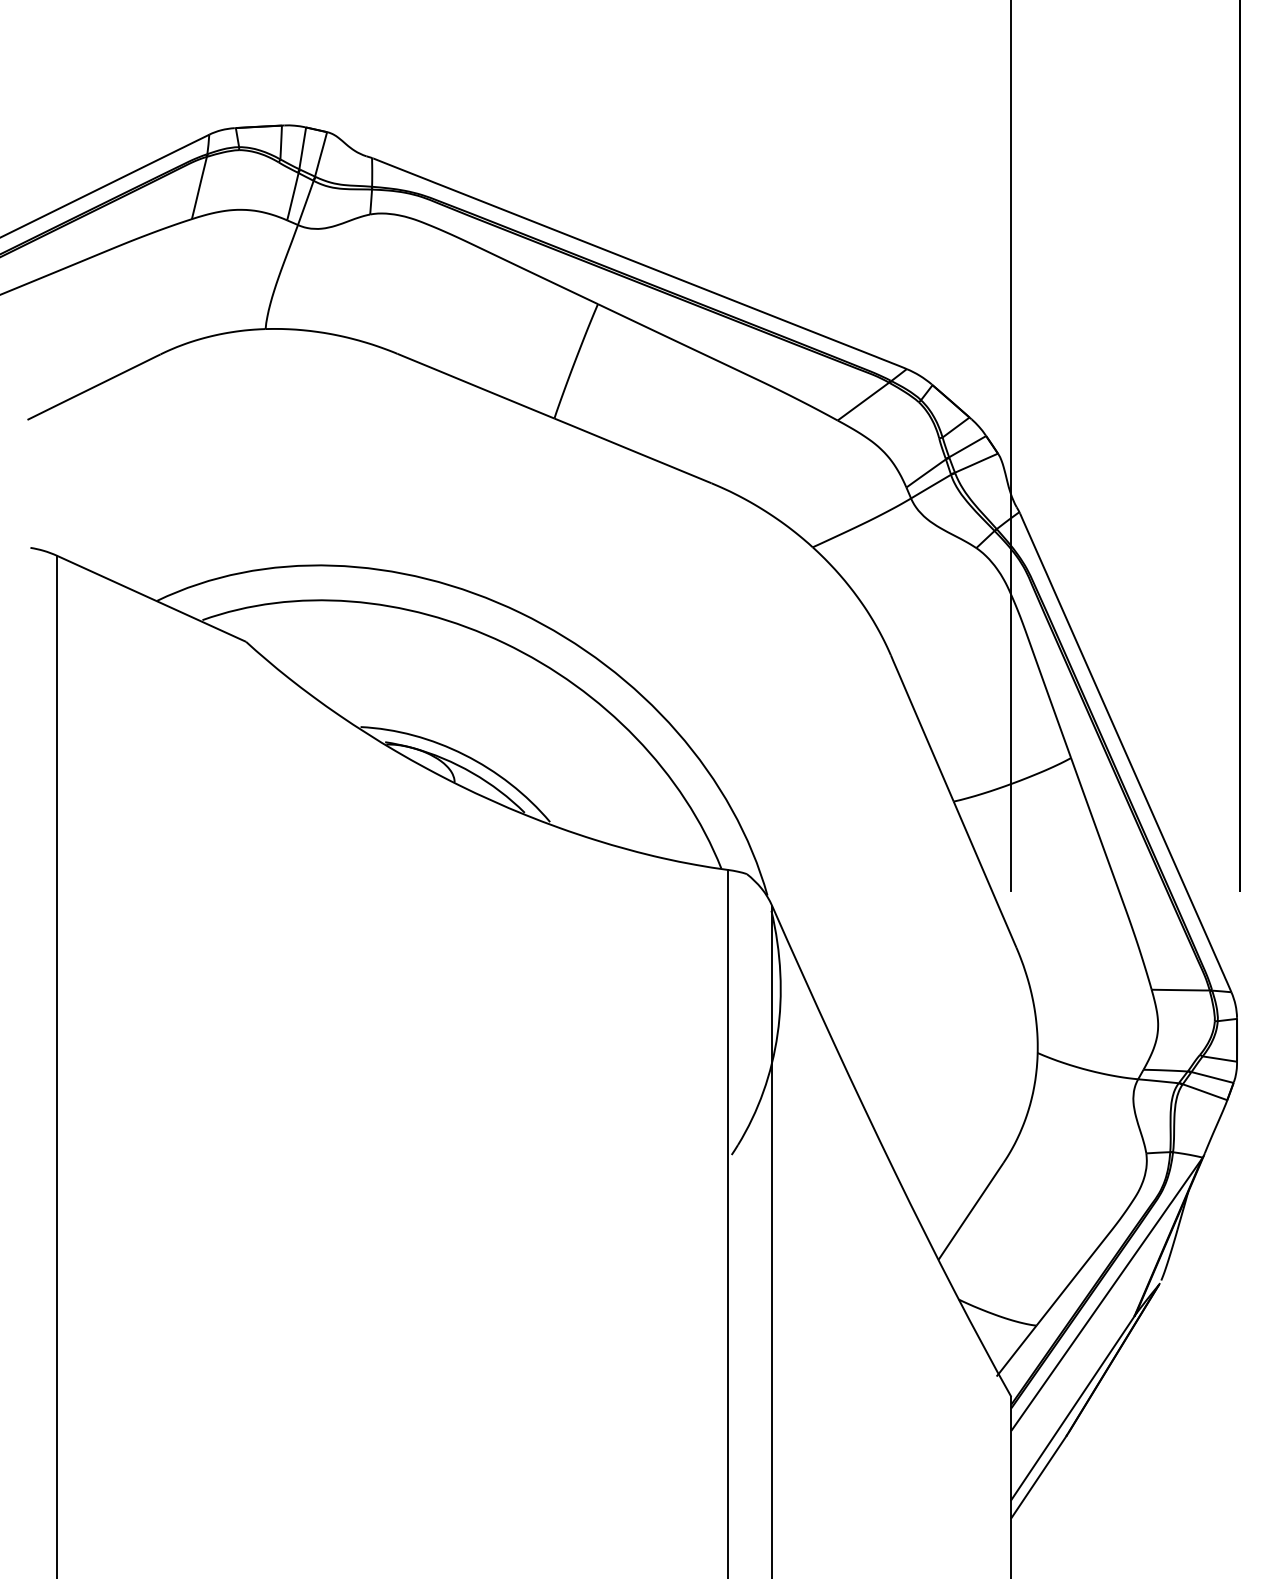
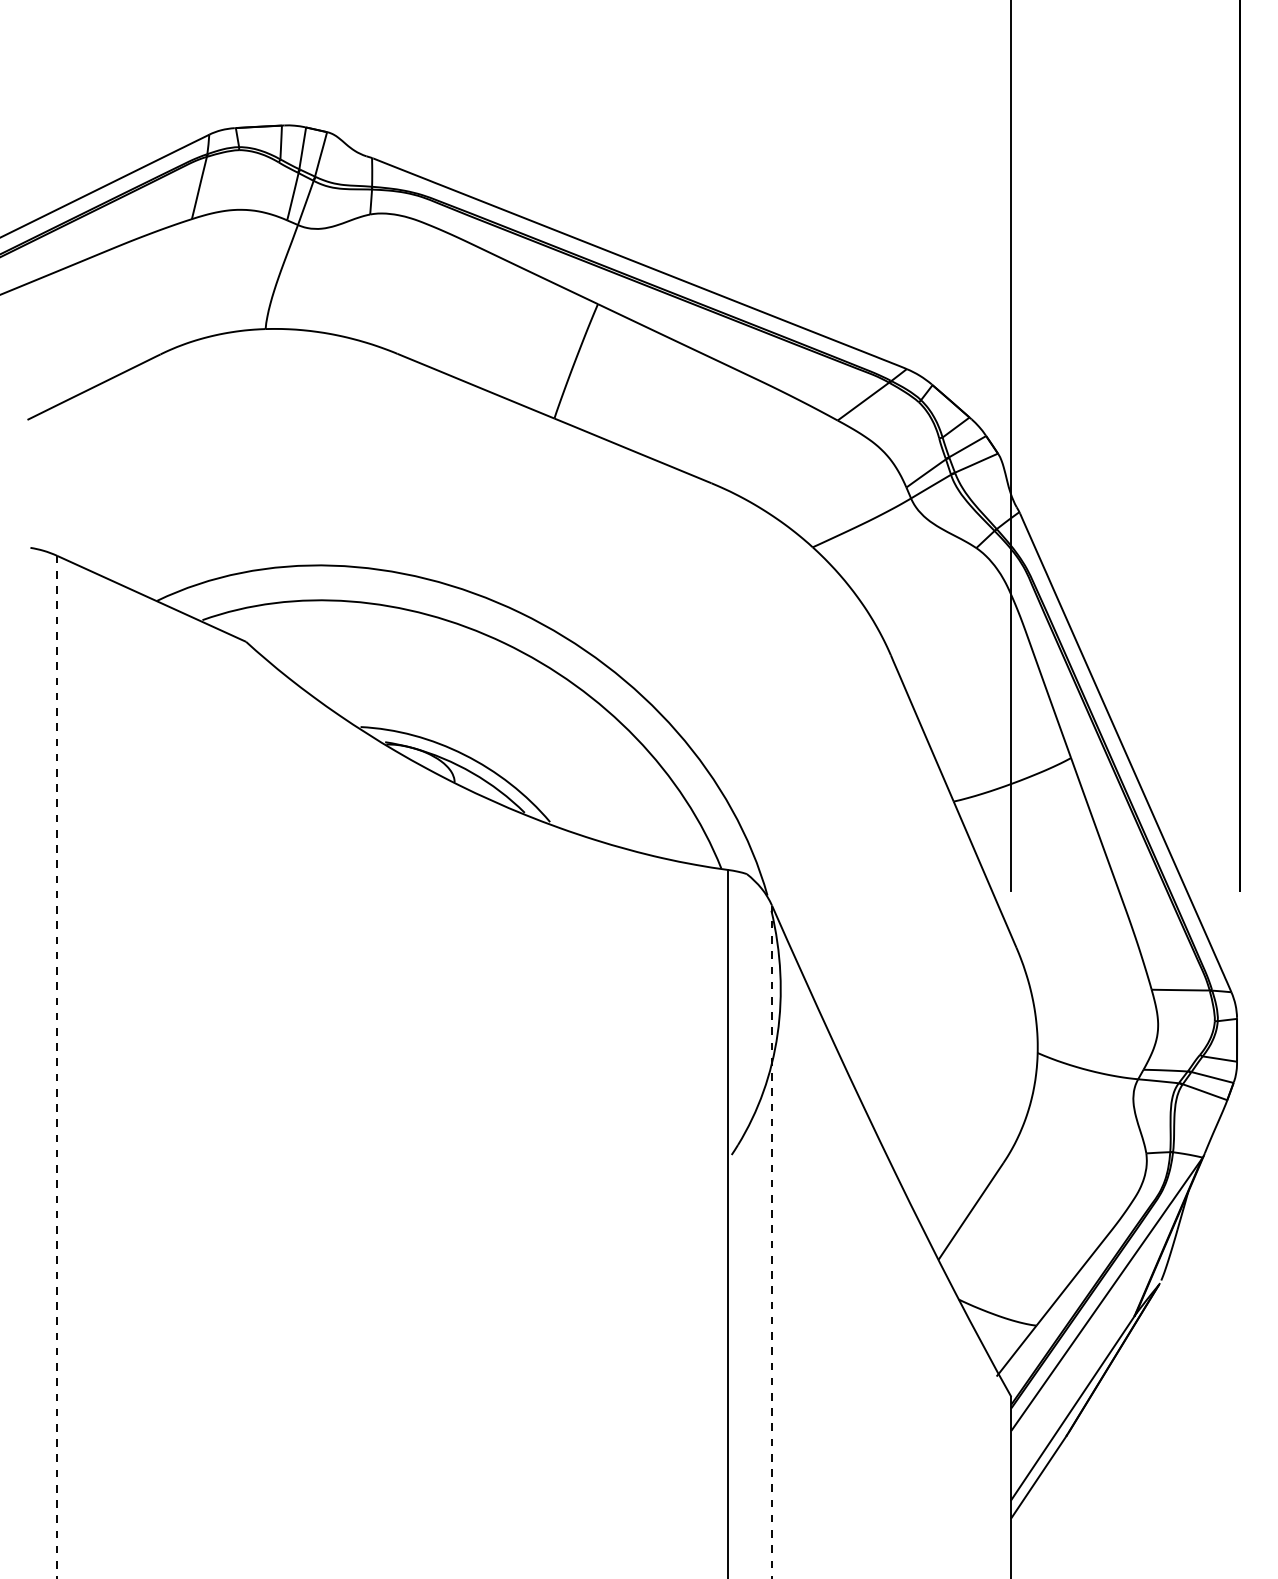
line at (57, 1067): solid -> dashed
line at (772, 1242): solid -> dashed
